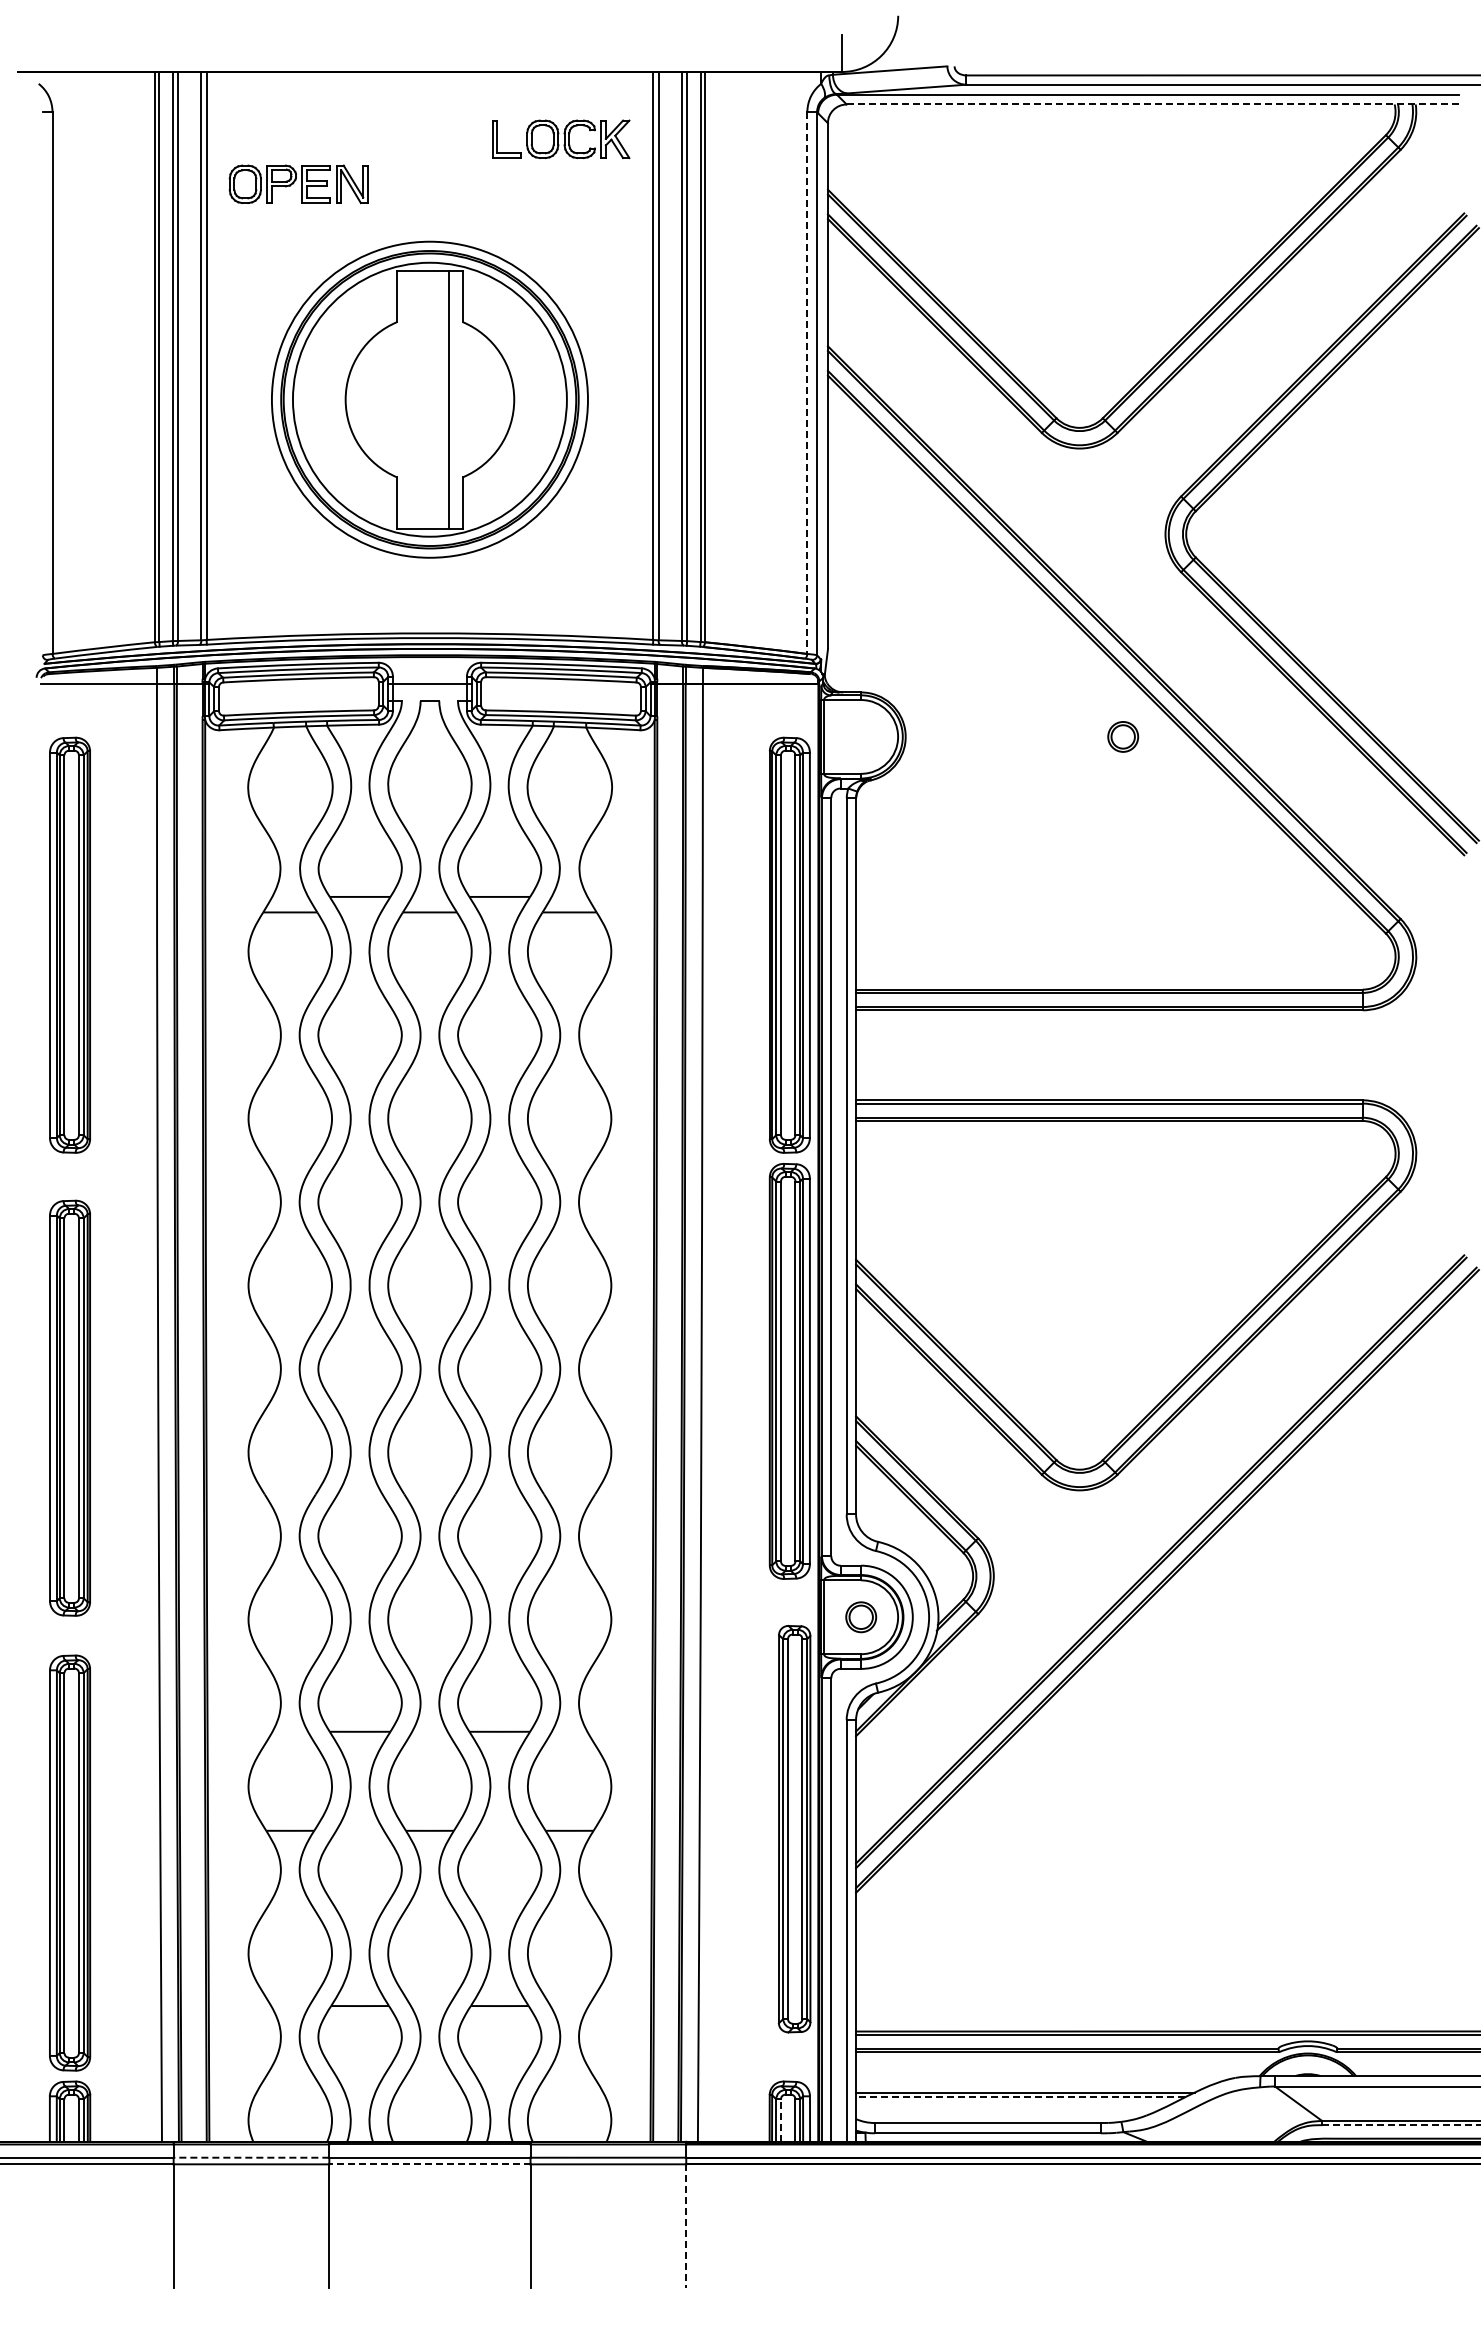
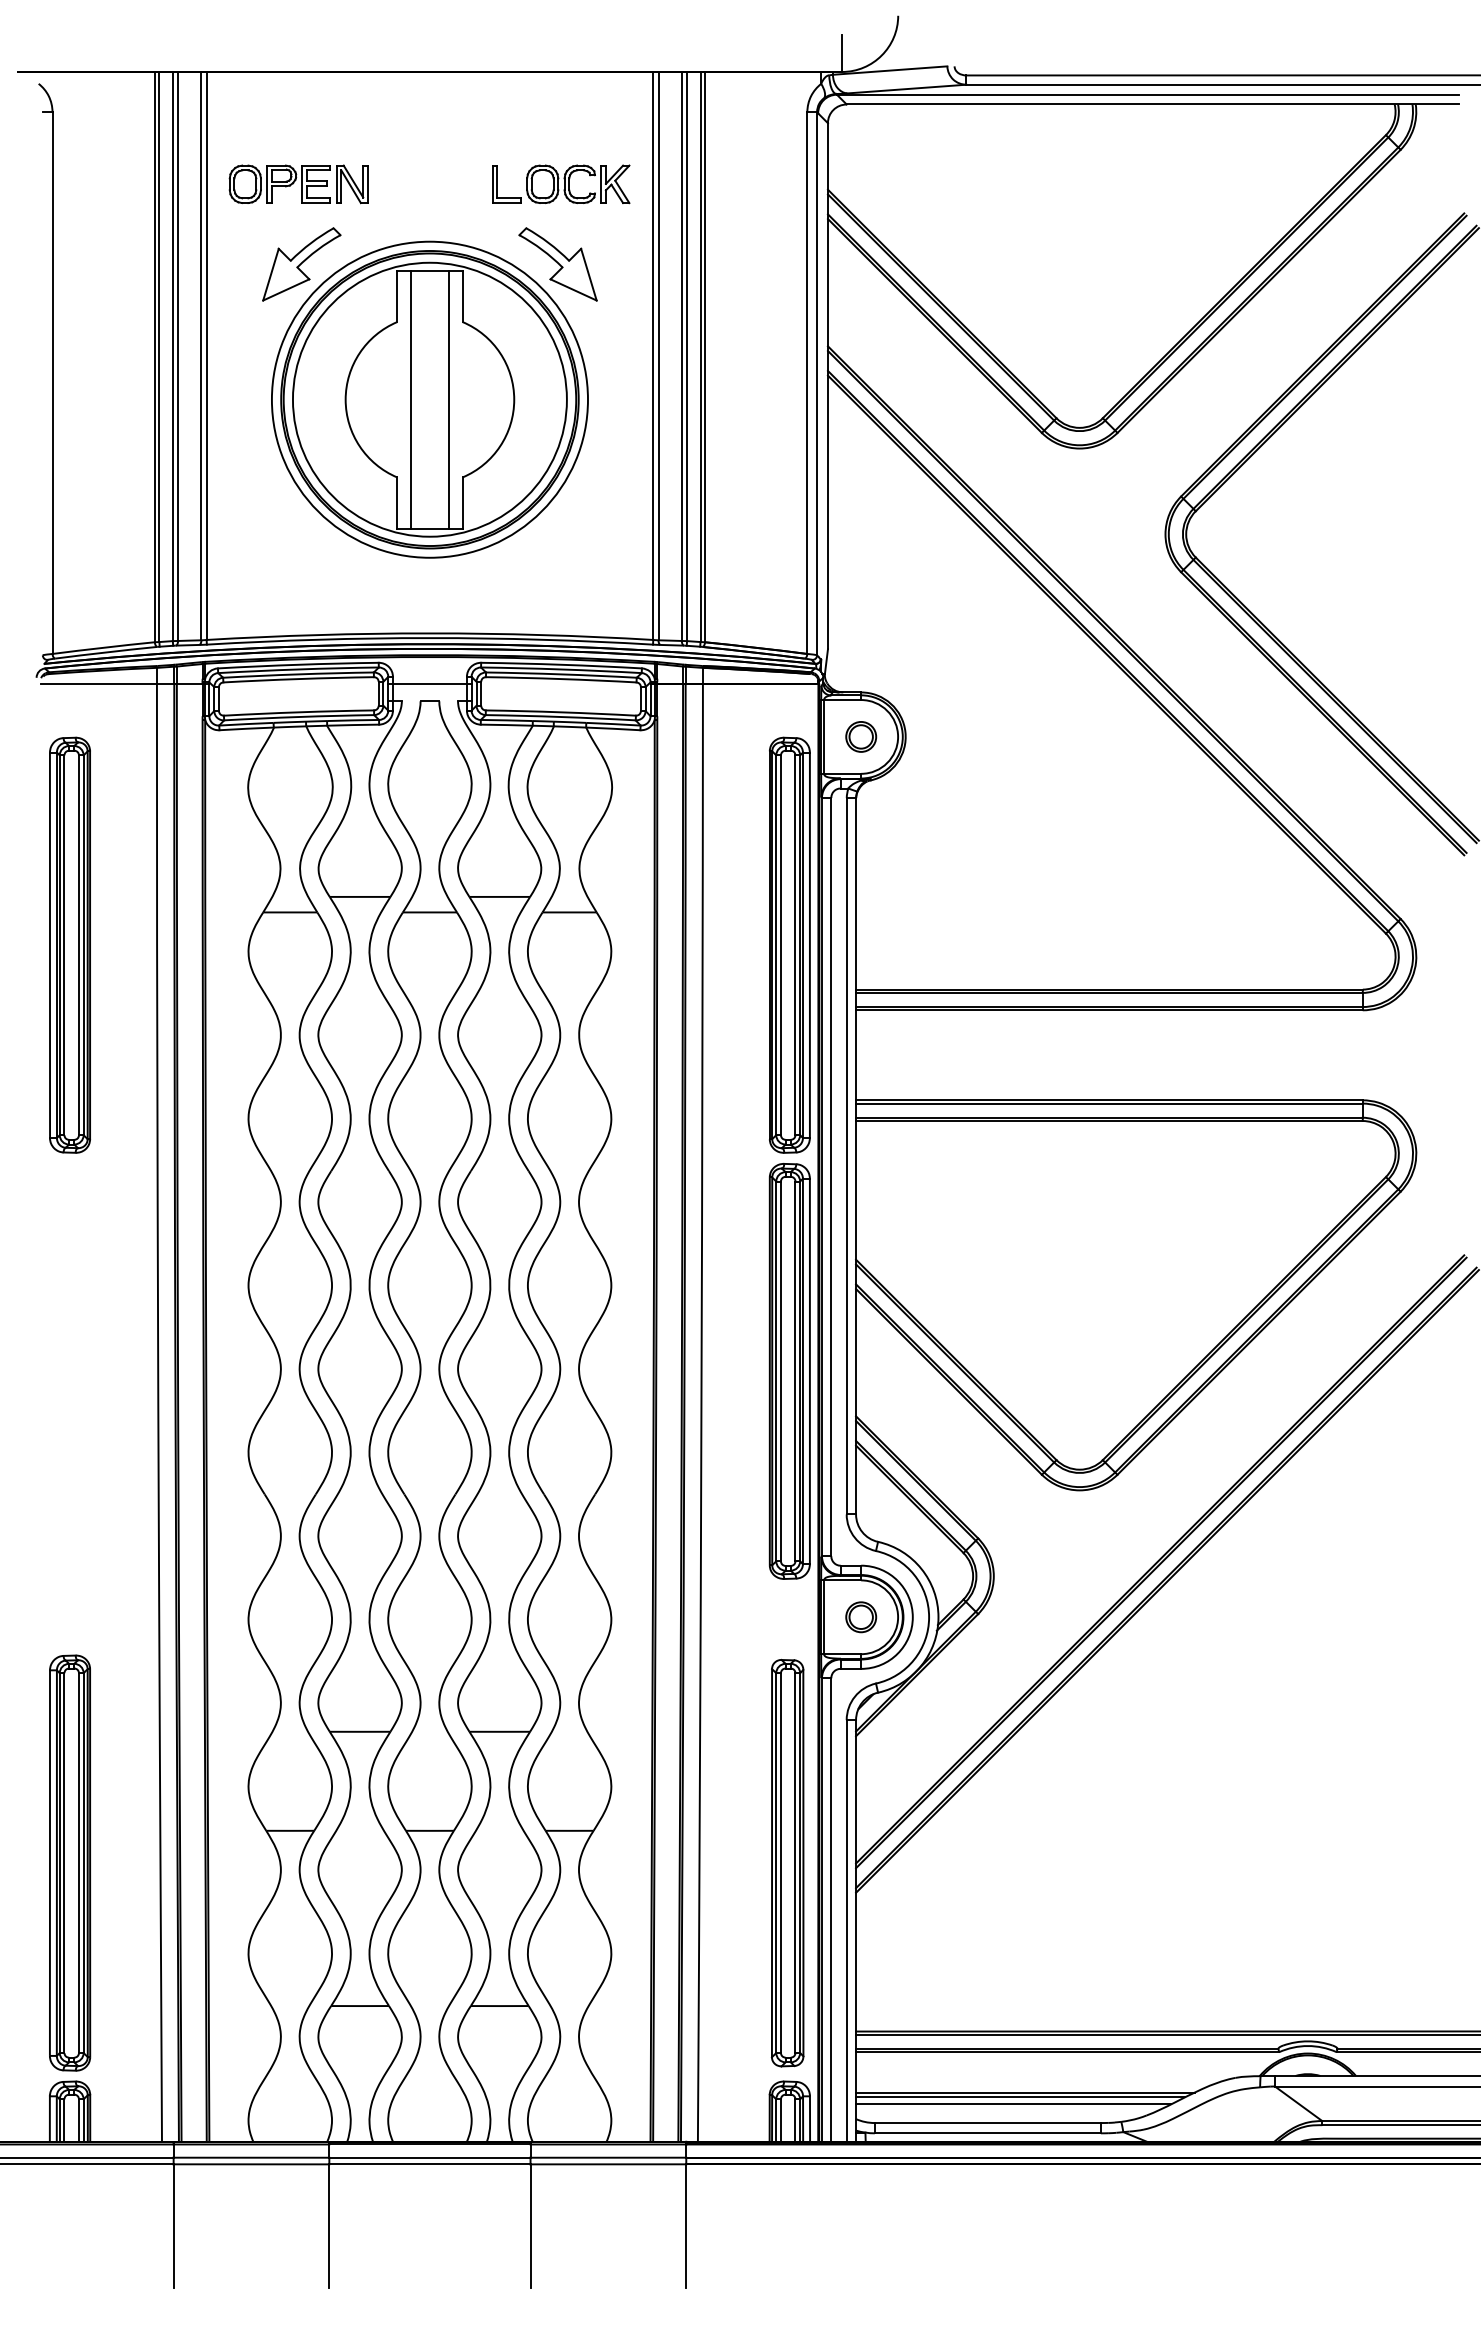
line at (1152, 104): dashed -> solid
part at (561, 139) position: (561, 139) -> (561, 184)
part at (301, 264): none -> present
part at (557, 264): none -> present
line at (807, 383): dashed -> solid
line at (410, 399): none -> present
part at (1123, 736) position: (1123, 736) -> (861, 736)
part at (70, 1407): present -> none
part at (794, 1828) position: (794, 1828) -> (787, 1862)
line at (1020, 2097): dashed -> solid
line at (1013, 2104): none -> present
line at (780, 2120): dashed -> solid
line at (1401, 2125): dashed -> solid
line at (251, 2157): dashed -> solid
line at (429, 2164): dashed -> solid
line at (686, 2226): dashed -> solid
